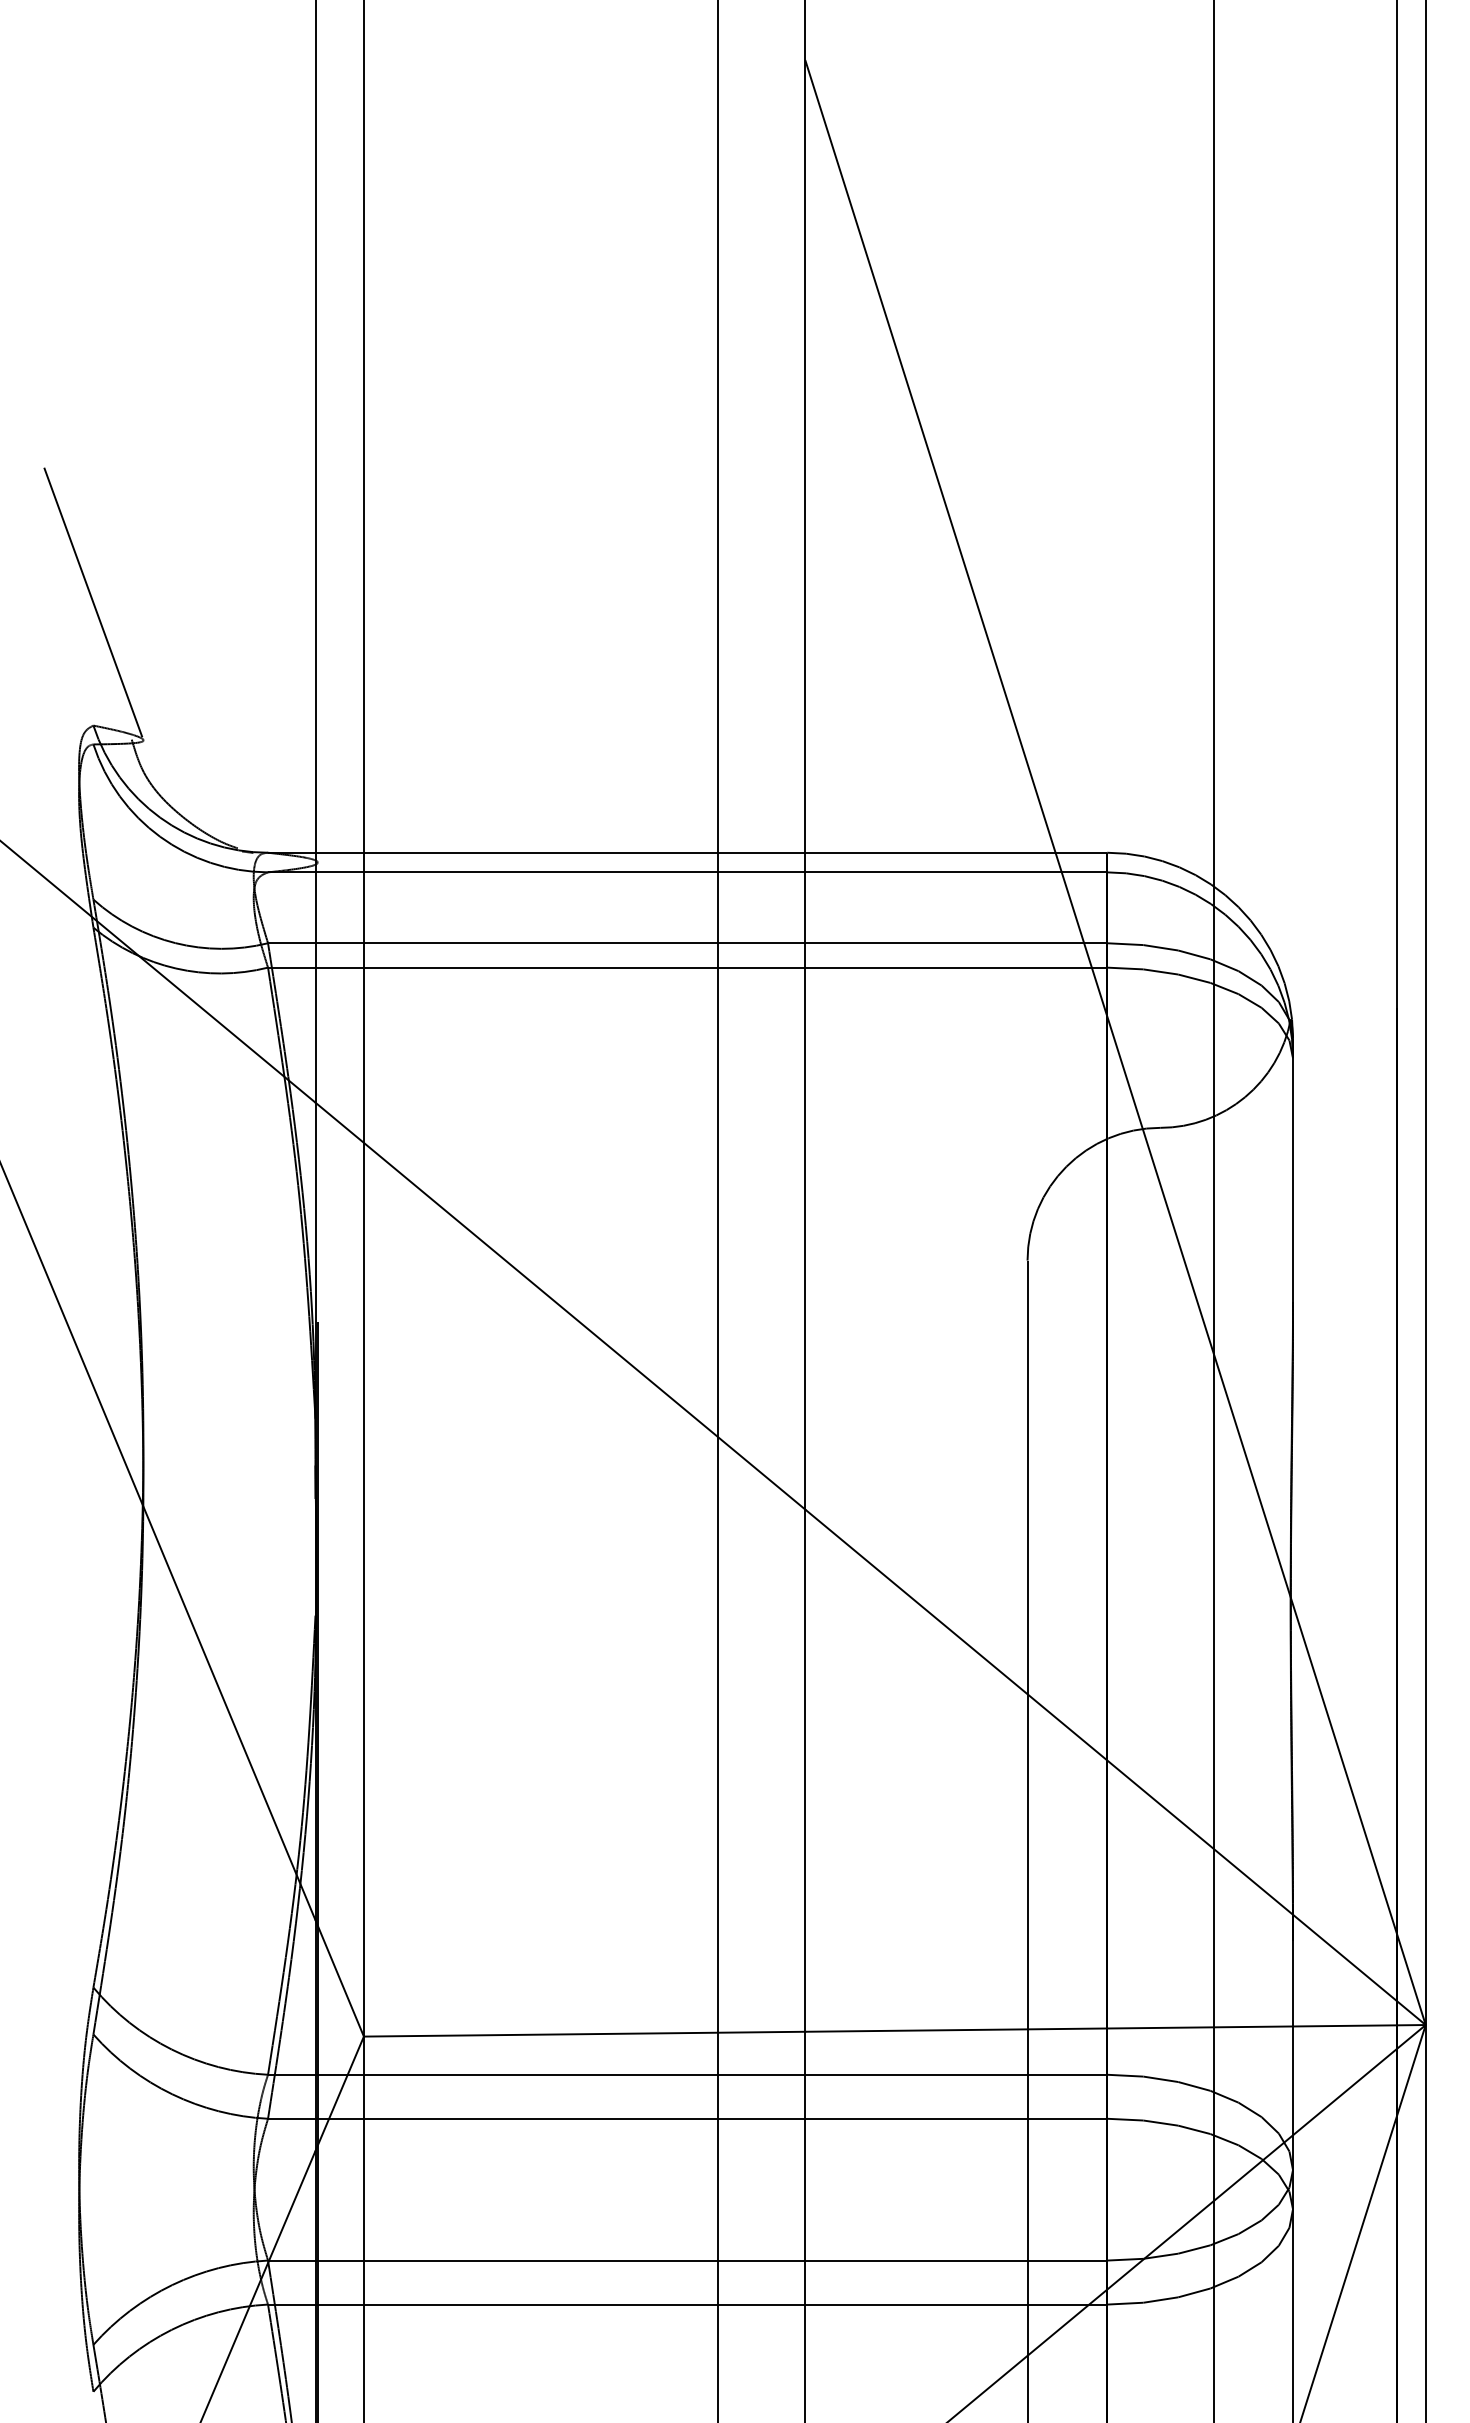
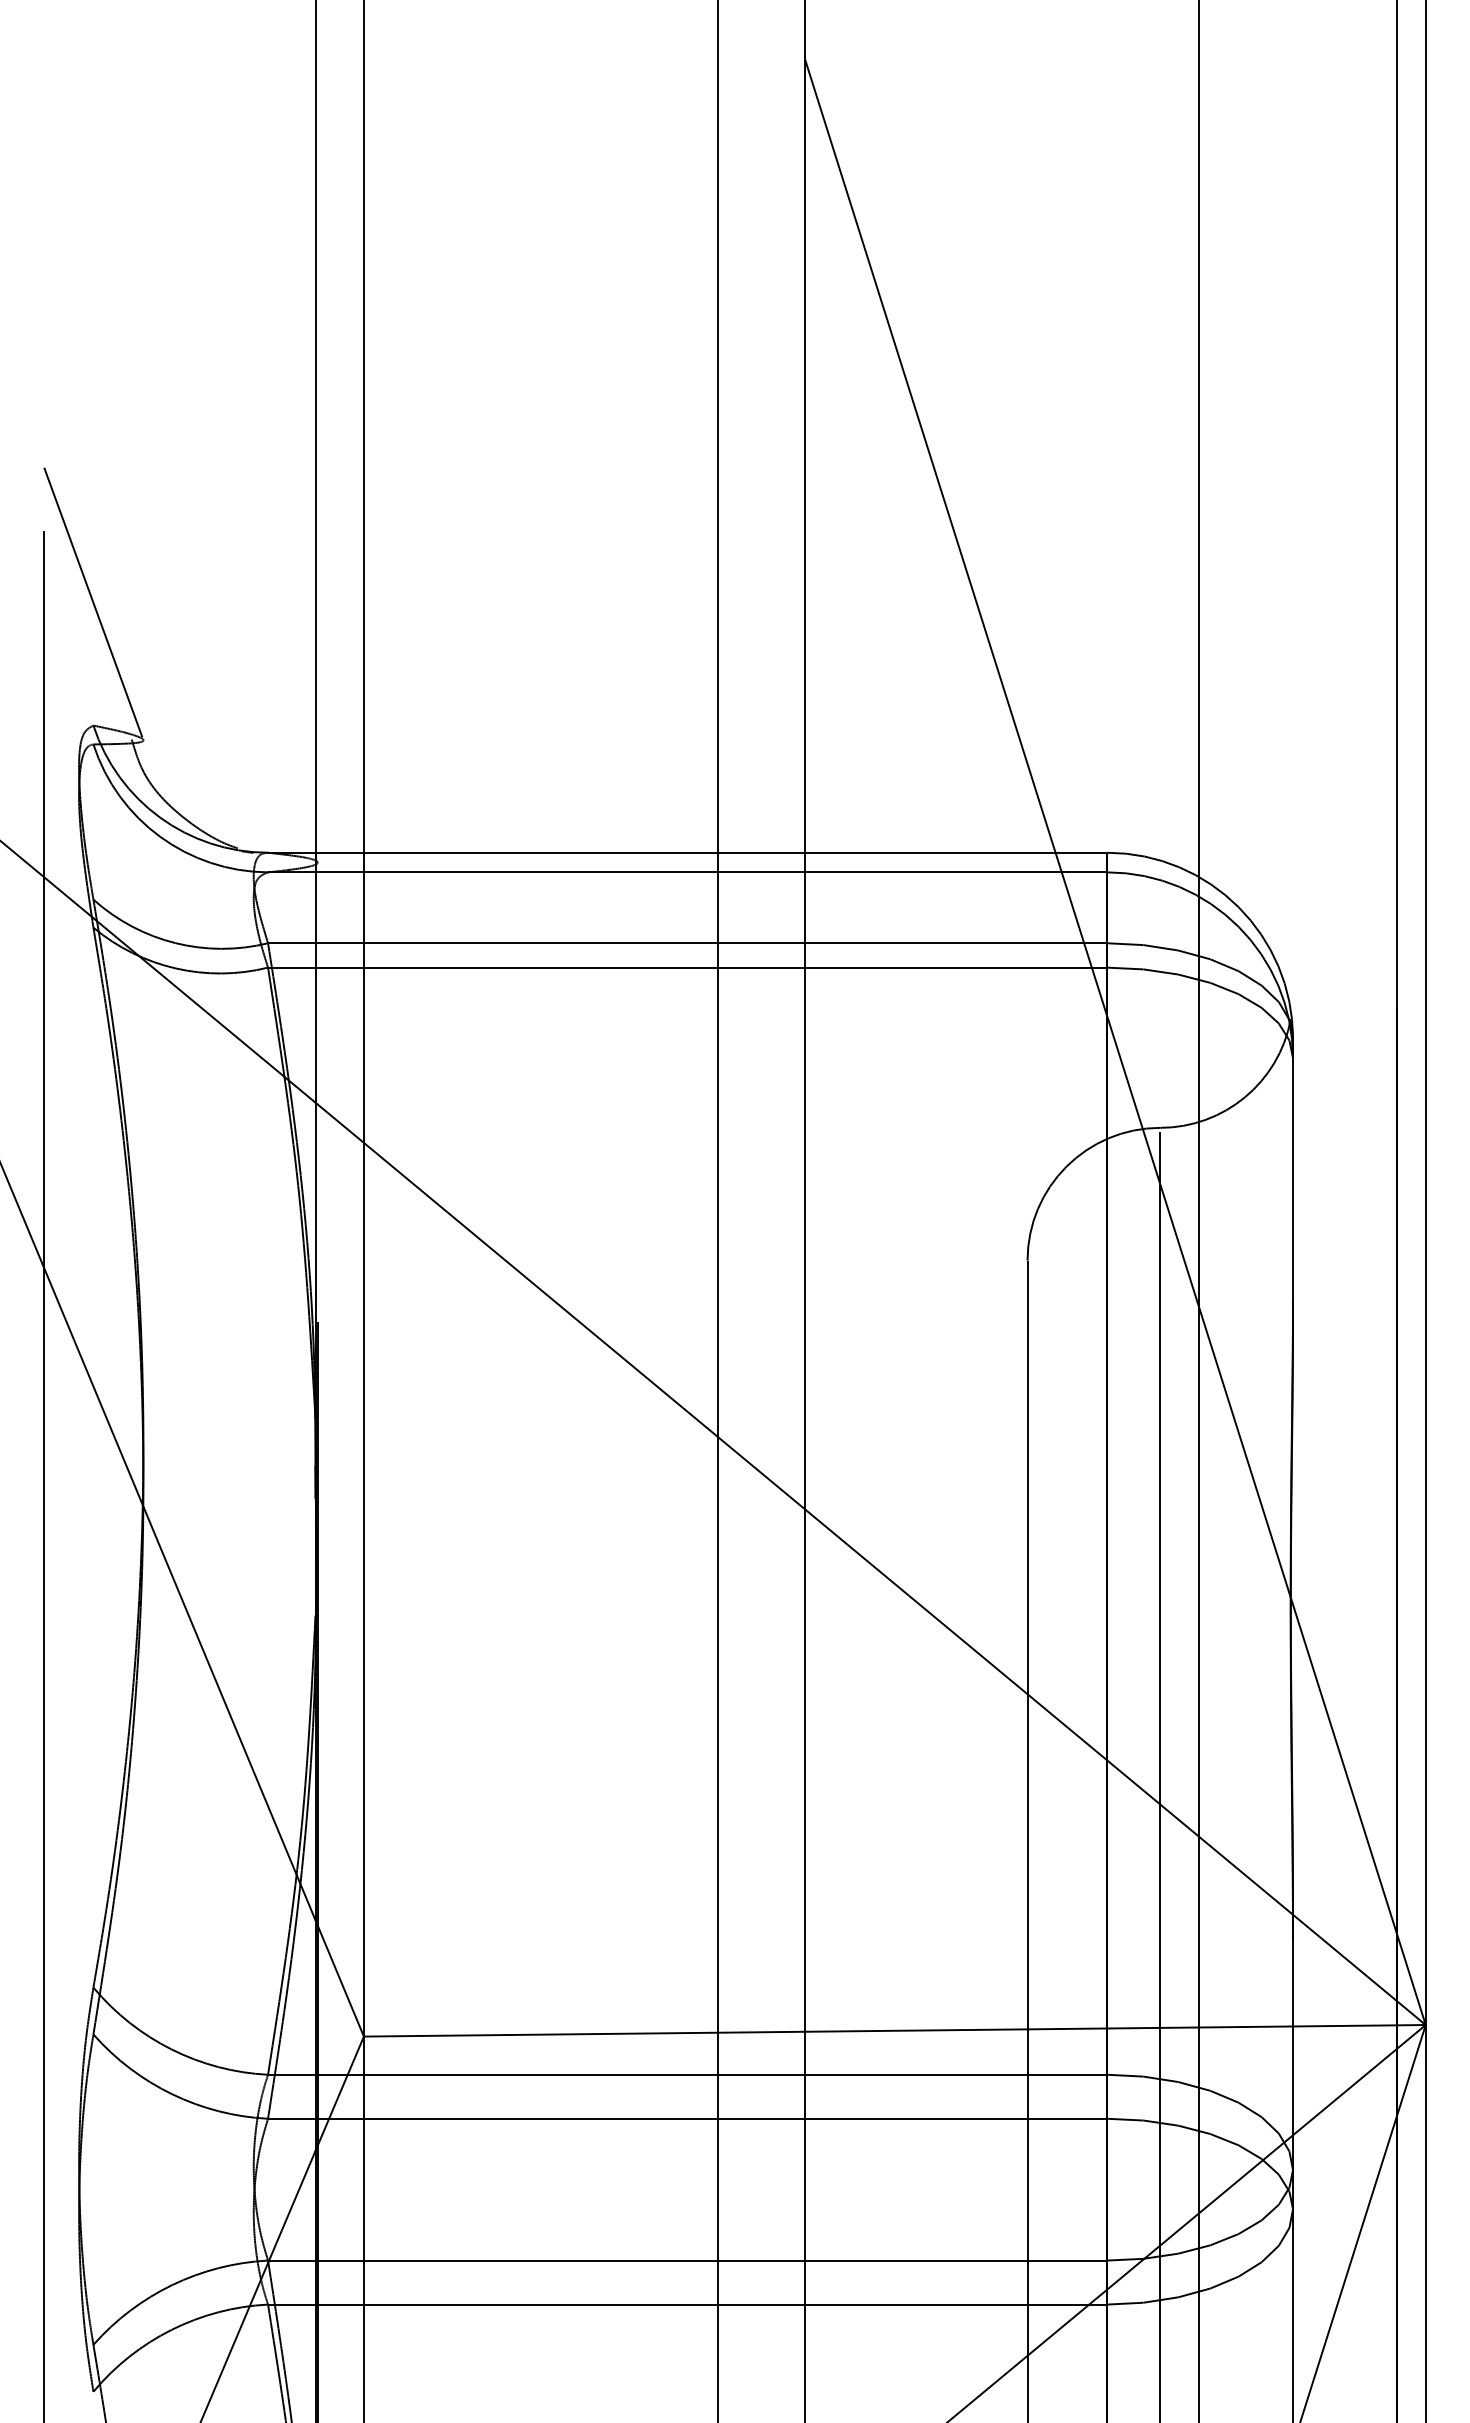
line at (1213, 1210) position: (1213, 1210) -> (1198, 1210)
line at (44, 1448): none -> present
line at (1160, 1775): none -> present
